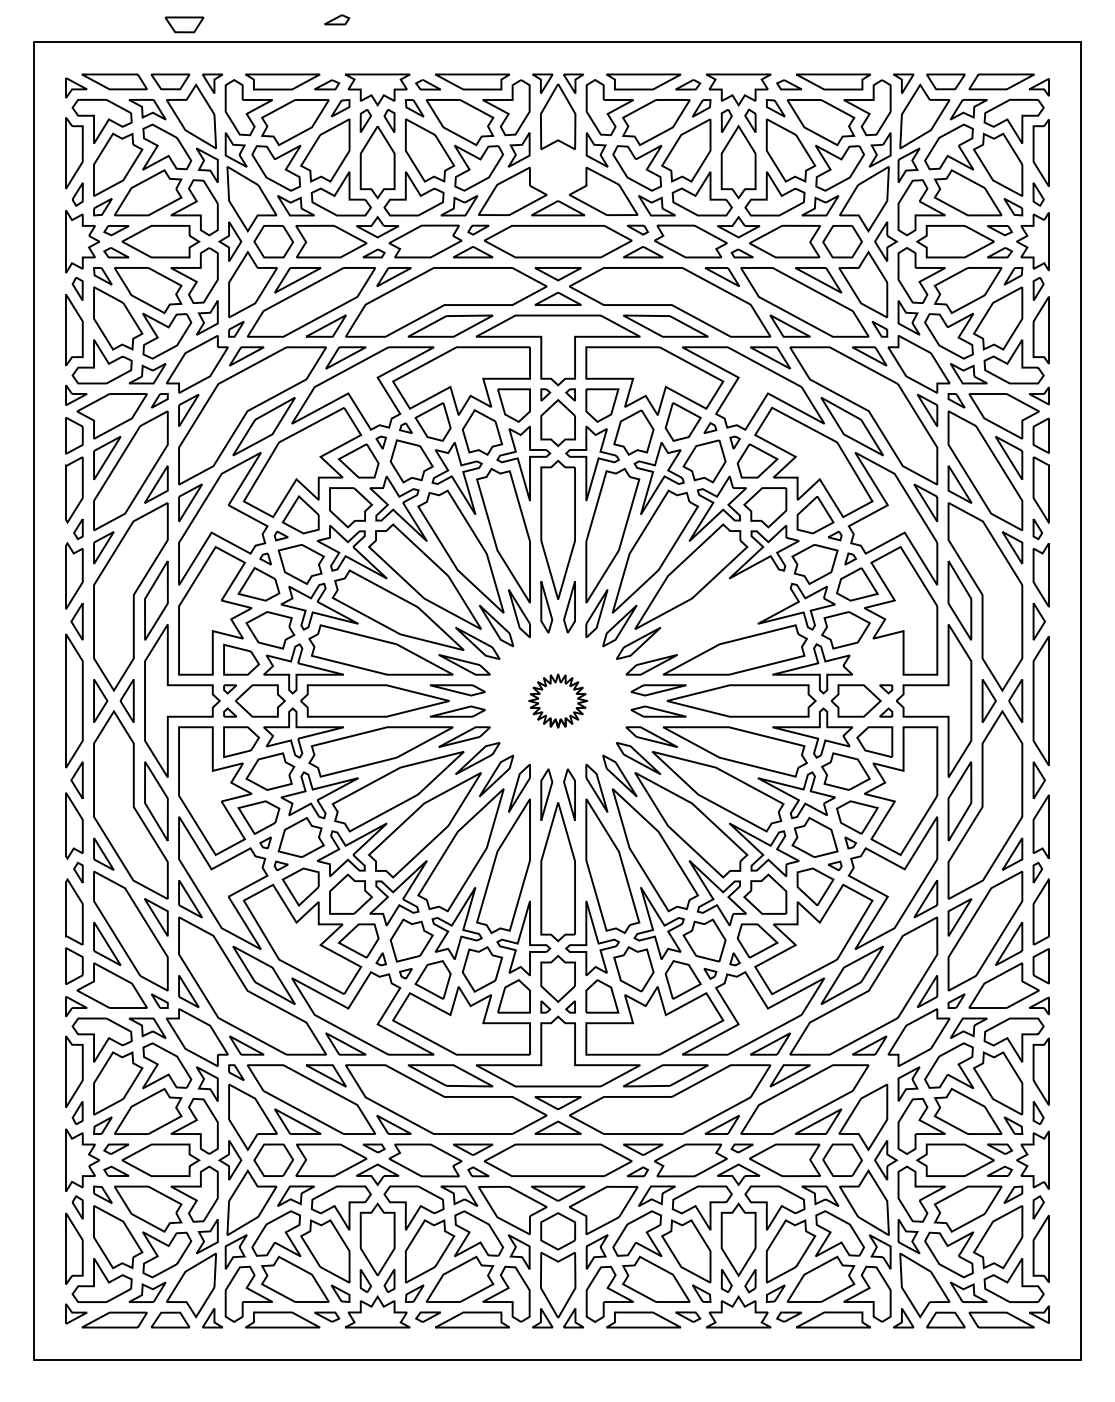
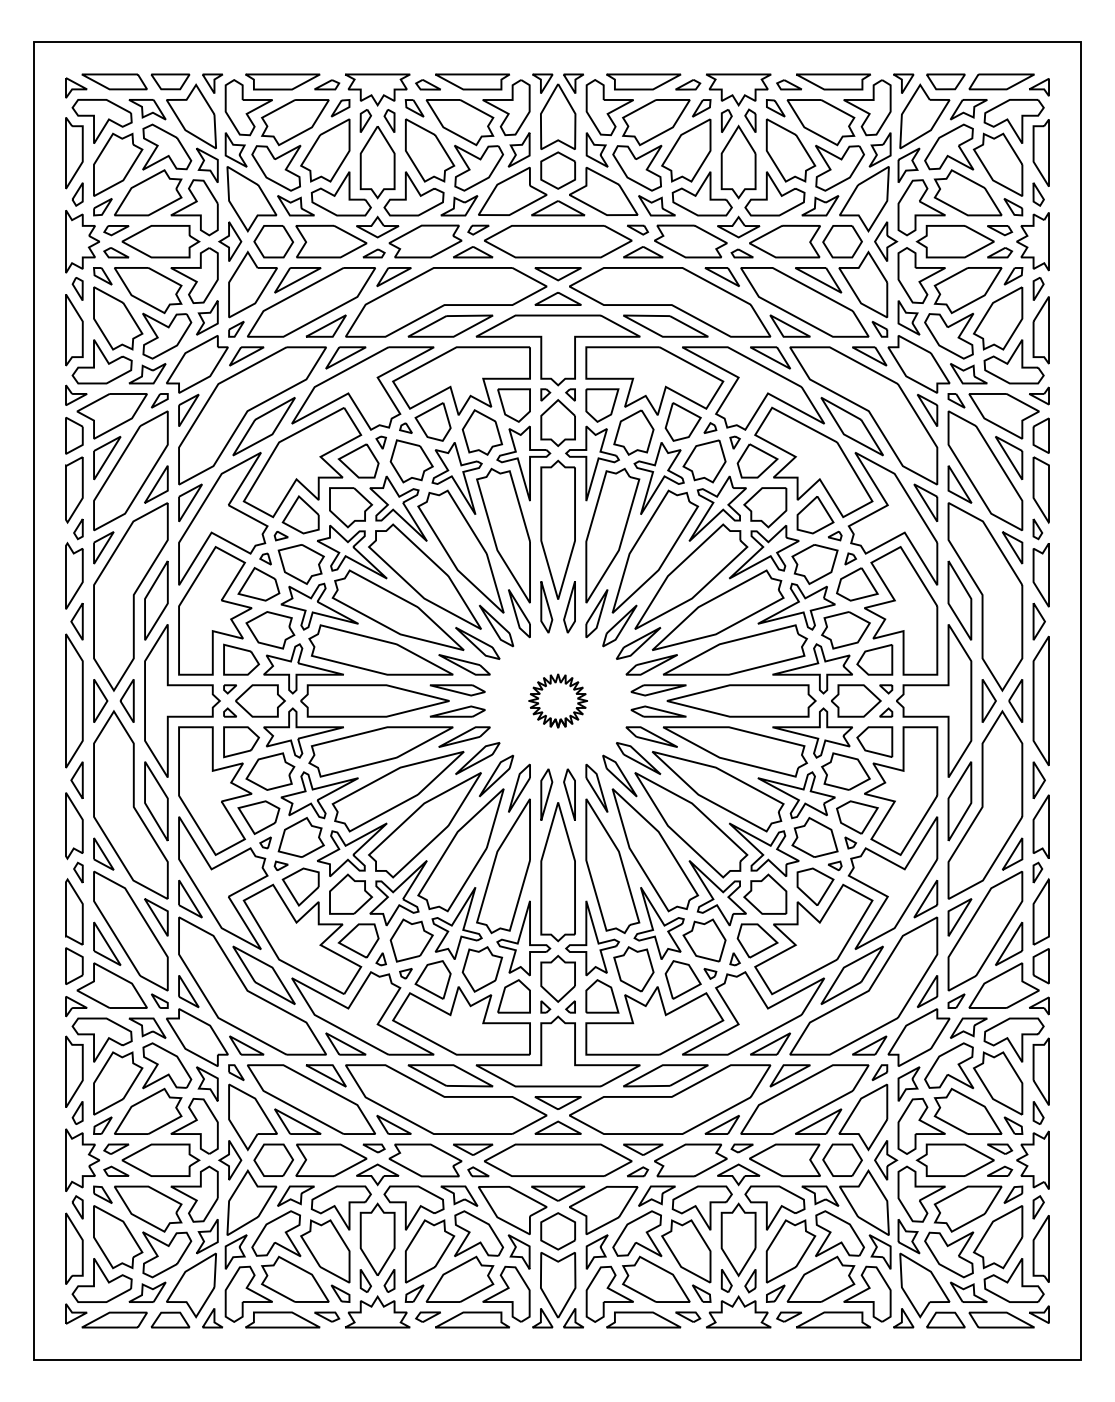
part at (337, 19): present -> none
part at (184, 24): present -> none
part at (557, 170): none -> present
part at (717, 609): none -> present
part at (874, 659): none -> present
part at (879, 1072): none -> present
